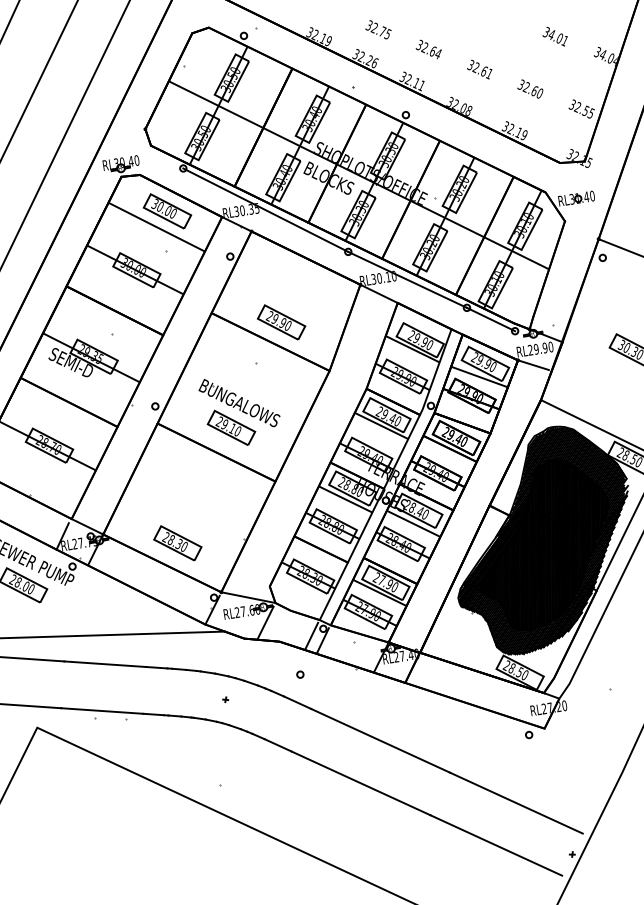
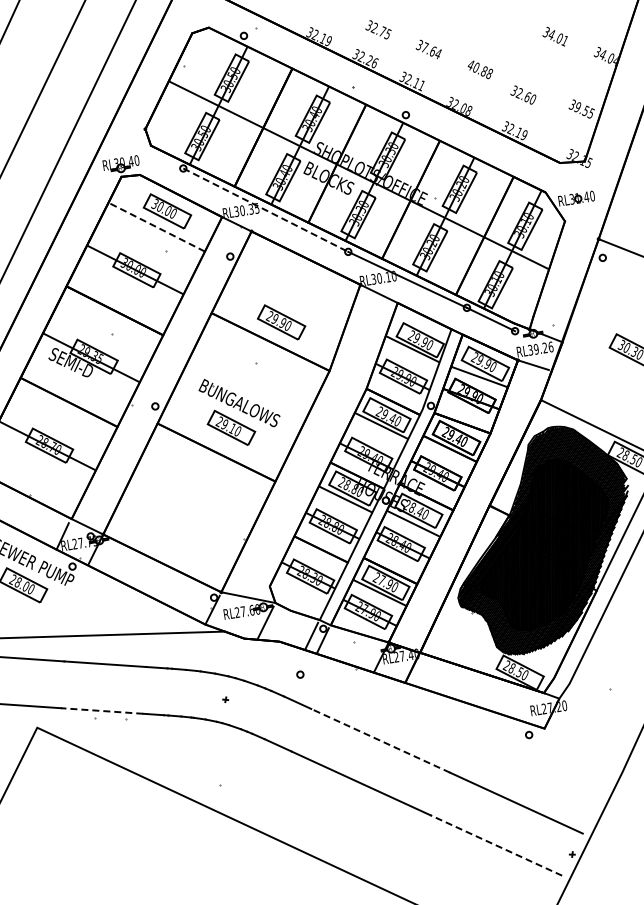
text at (424, 47): 32.64 -> 37.64
text at (480, 69): 32.61 -> 40.88
line at (39, 79) position: (39, 79) -> (43, 87)
text at (530, 88) position: (530, 88) -> (523, 94)
text at (576, 107): 32.55 -> 39.55
line at (65, 134) position: (65, 134) -> (68, 140)
line at (266, 210): solid -> dashed
line at (156, 226): solid -> dashed
text at (540, 348): RL29.90 -> RL39.26
part at (177, 543): present -> none
line at (101, 710): solid -> dashed
line at (380, 740): solid -> dashed
line at (495, 845): solid -> dashed
